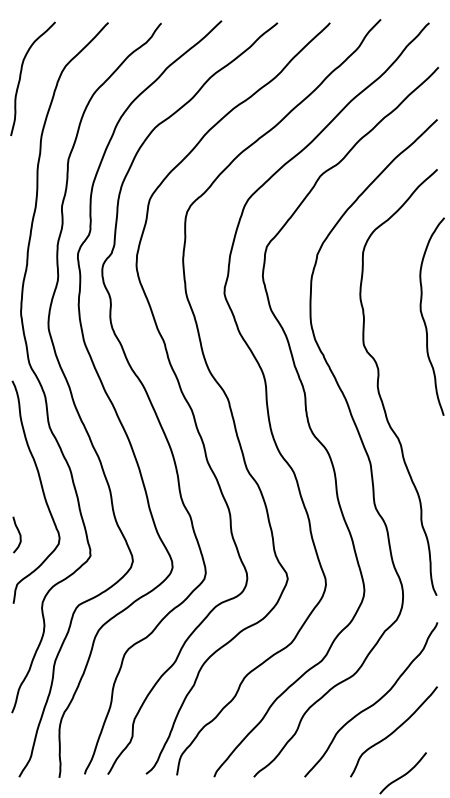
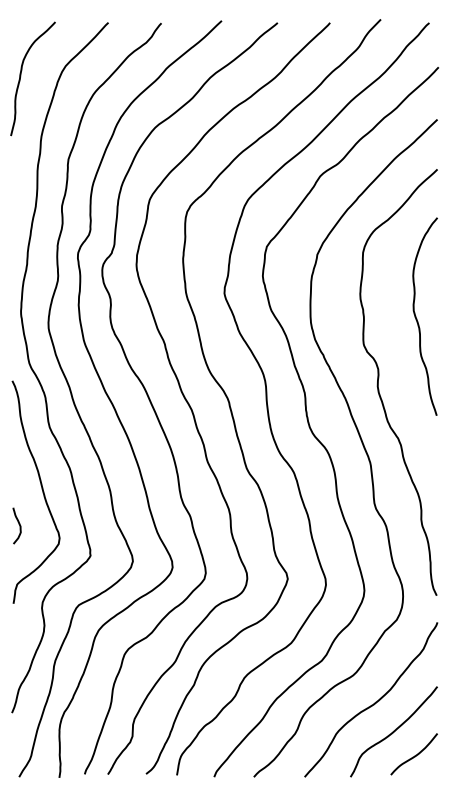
curve at (424, 318) position: (424, 318) -> (417, 318)
curve at (18, 533) position: (18, 533) -> (18, 524)
curve at (403, 774) position: (403, 774) -> (414, 755)
